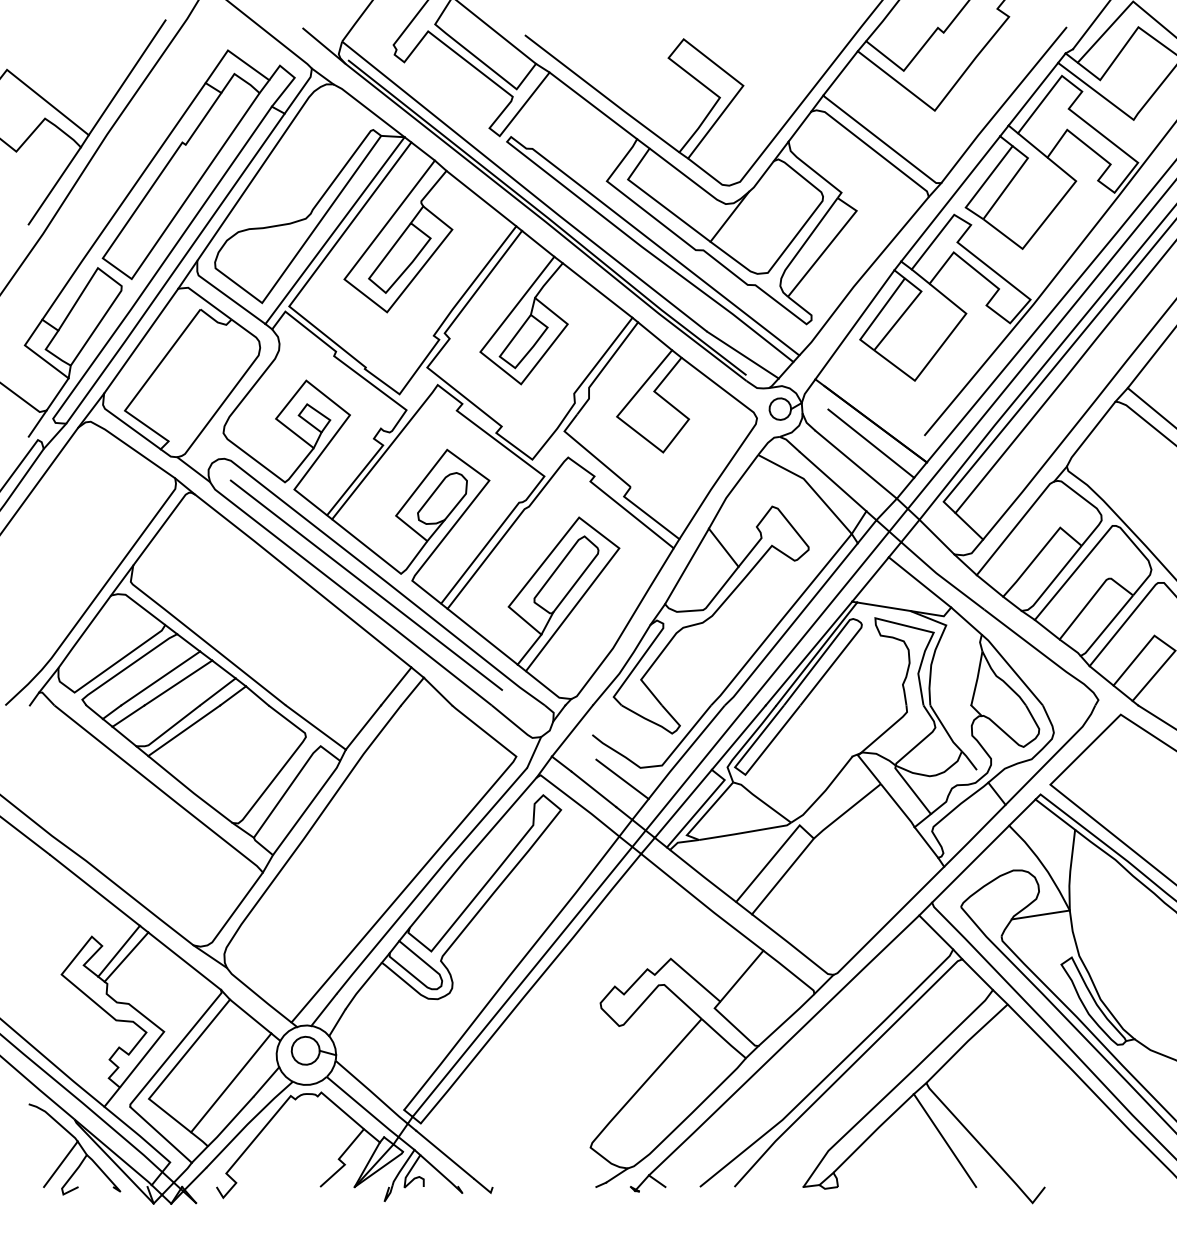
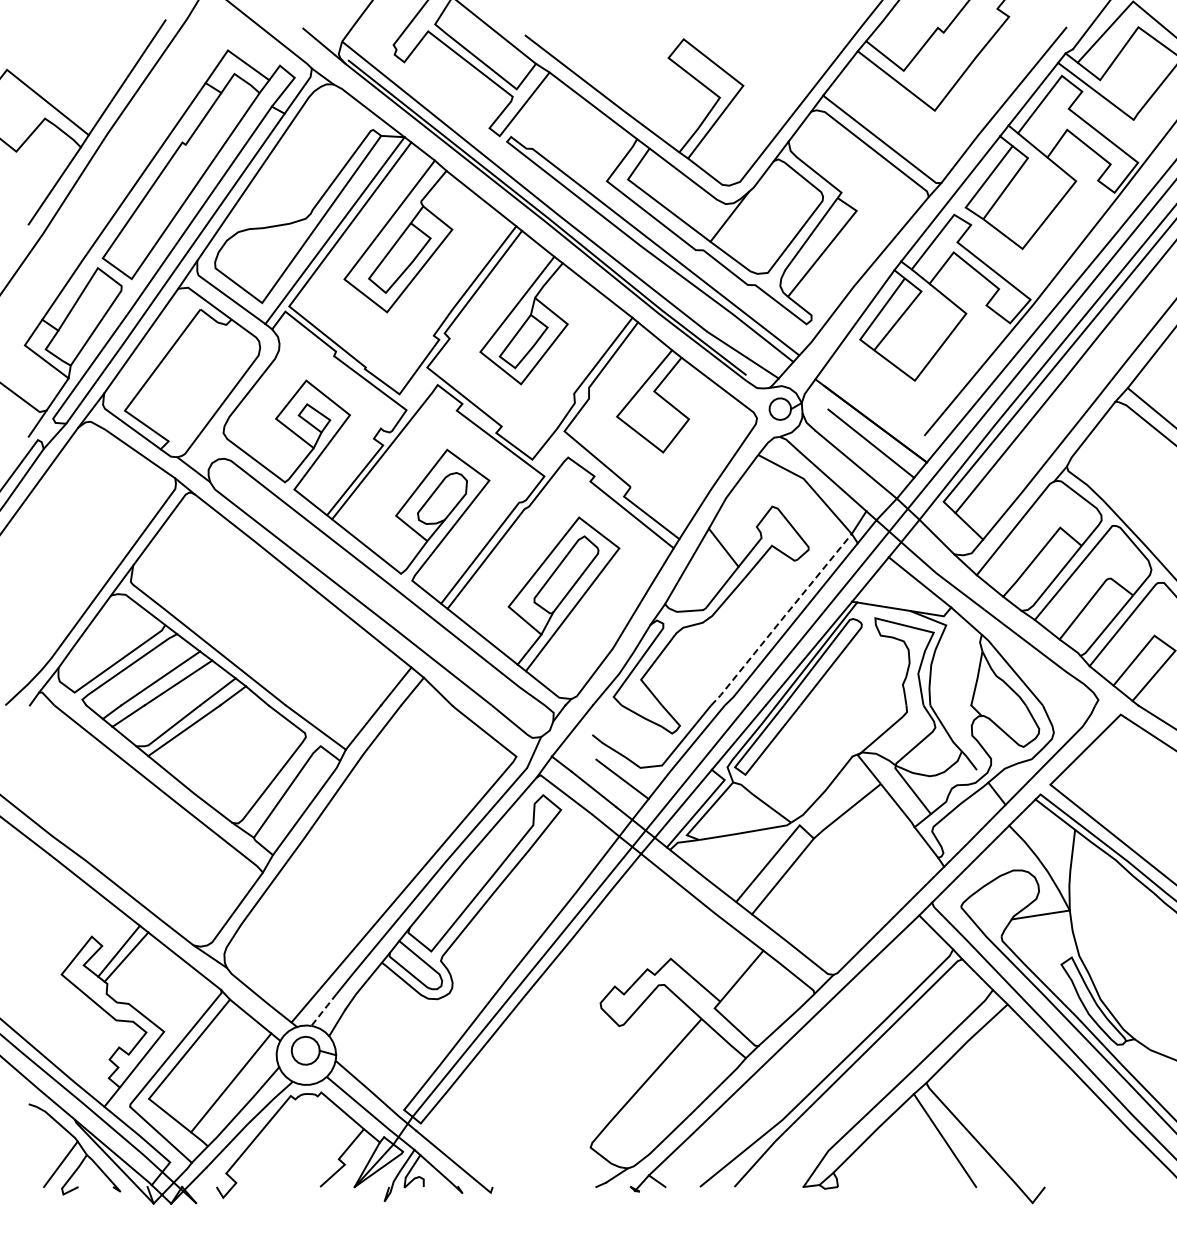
line at (366, 584): present -> none
line at (781, 620): solid -> dashed
line at (323, 1010): solid -> dashed
